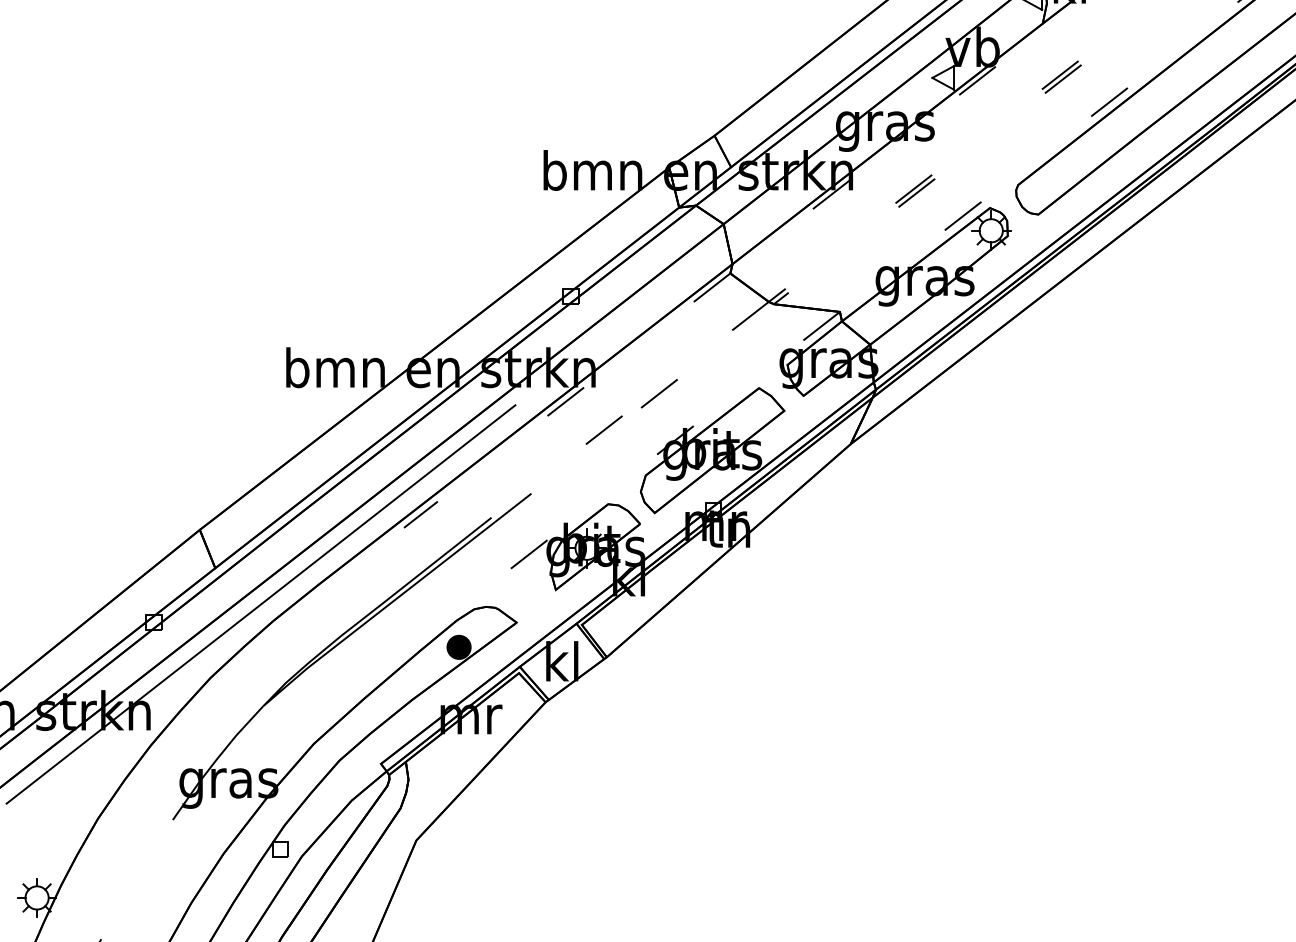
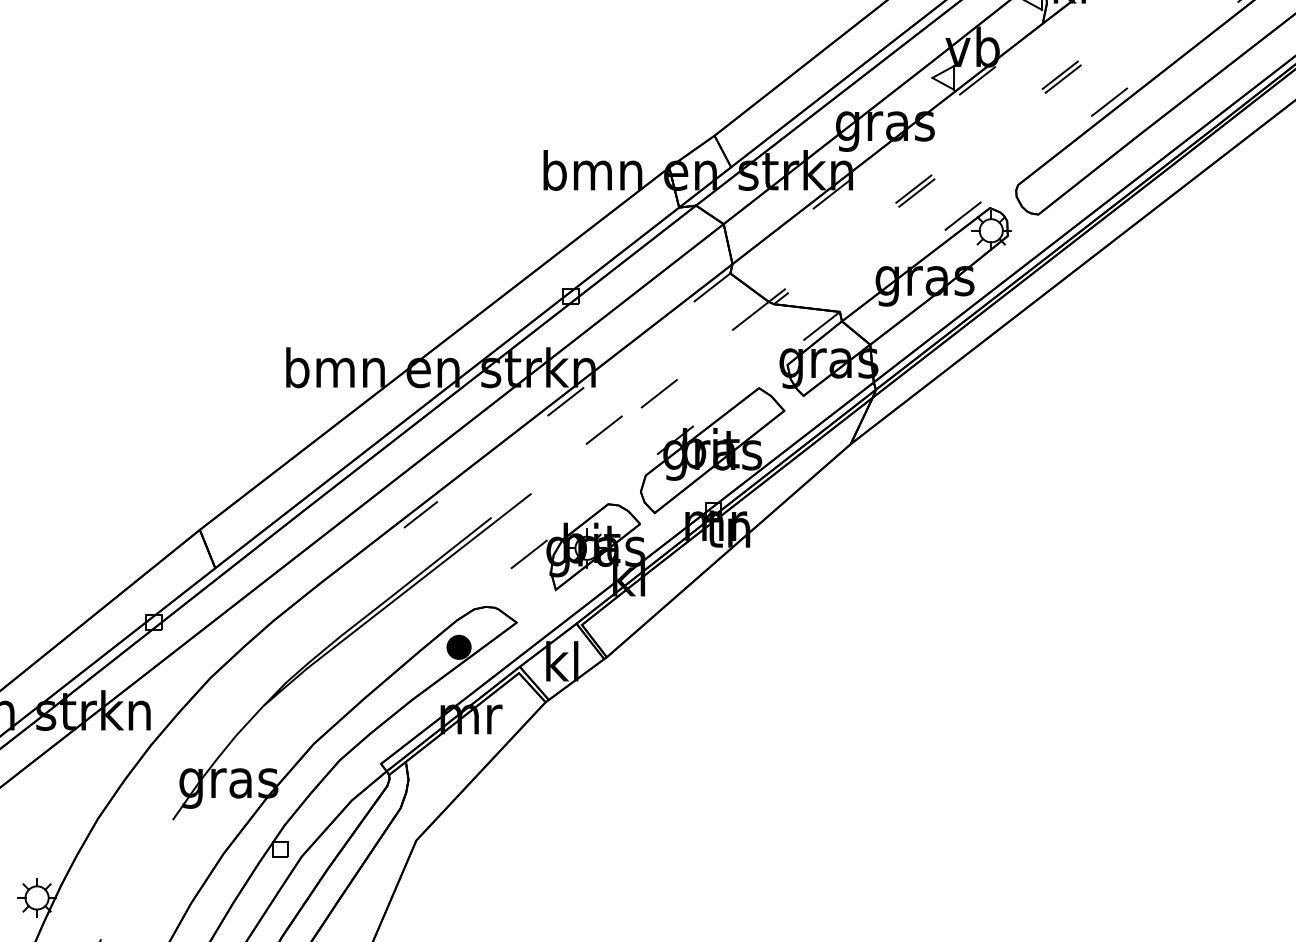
line at (260, 604): present -> none
